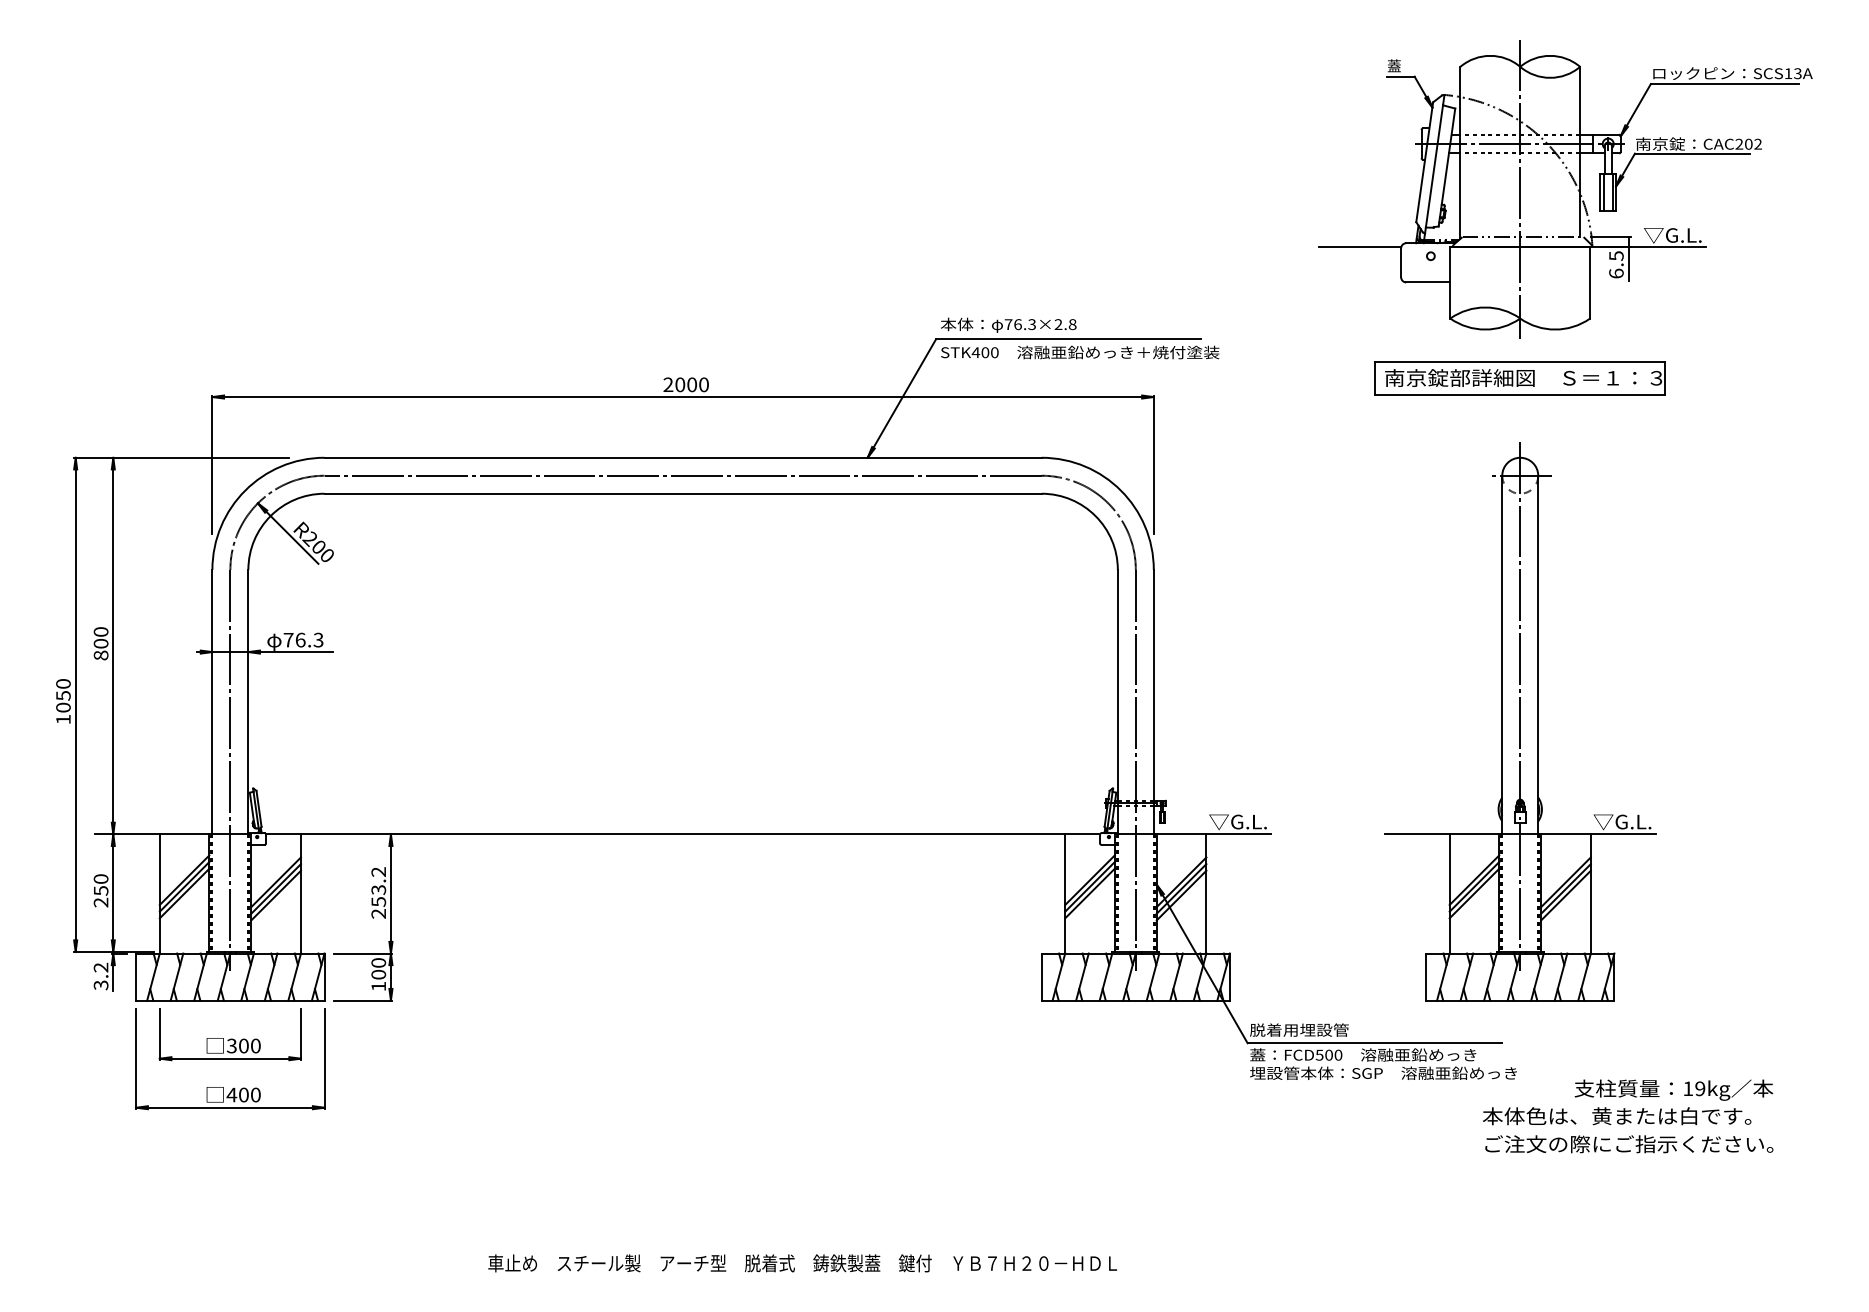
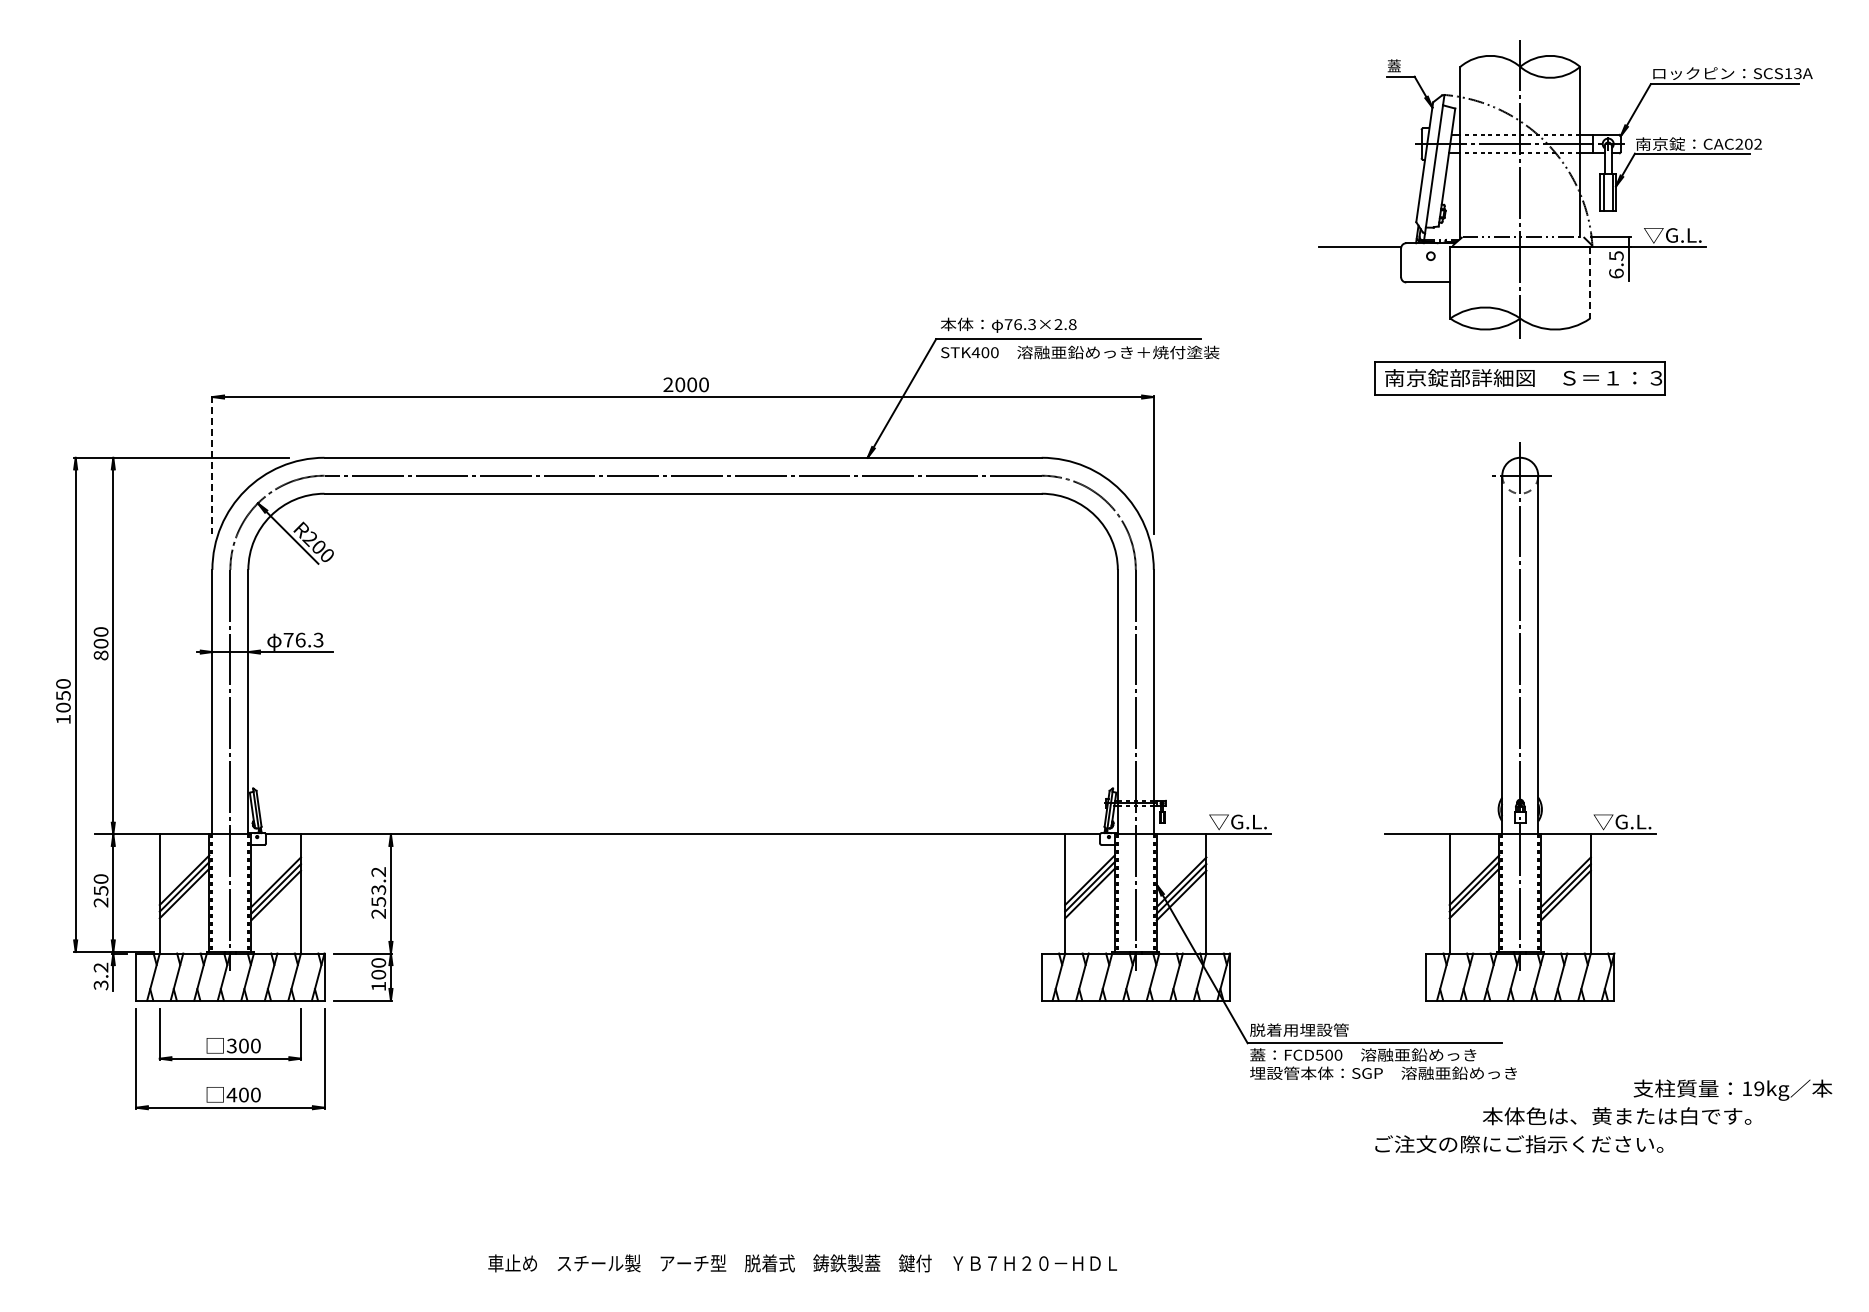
line at (1590, 282): solid -> dashed
line at (212, 465): solid -> dashed
text at (1673, 1089) position: (1673, 1089) -> (1732, 1089)
text at (1629, 1144) position: (1629, 1144) -> (1519, 1144)
